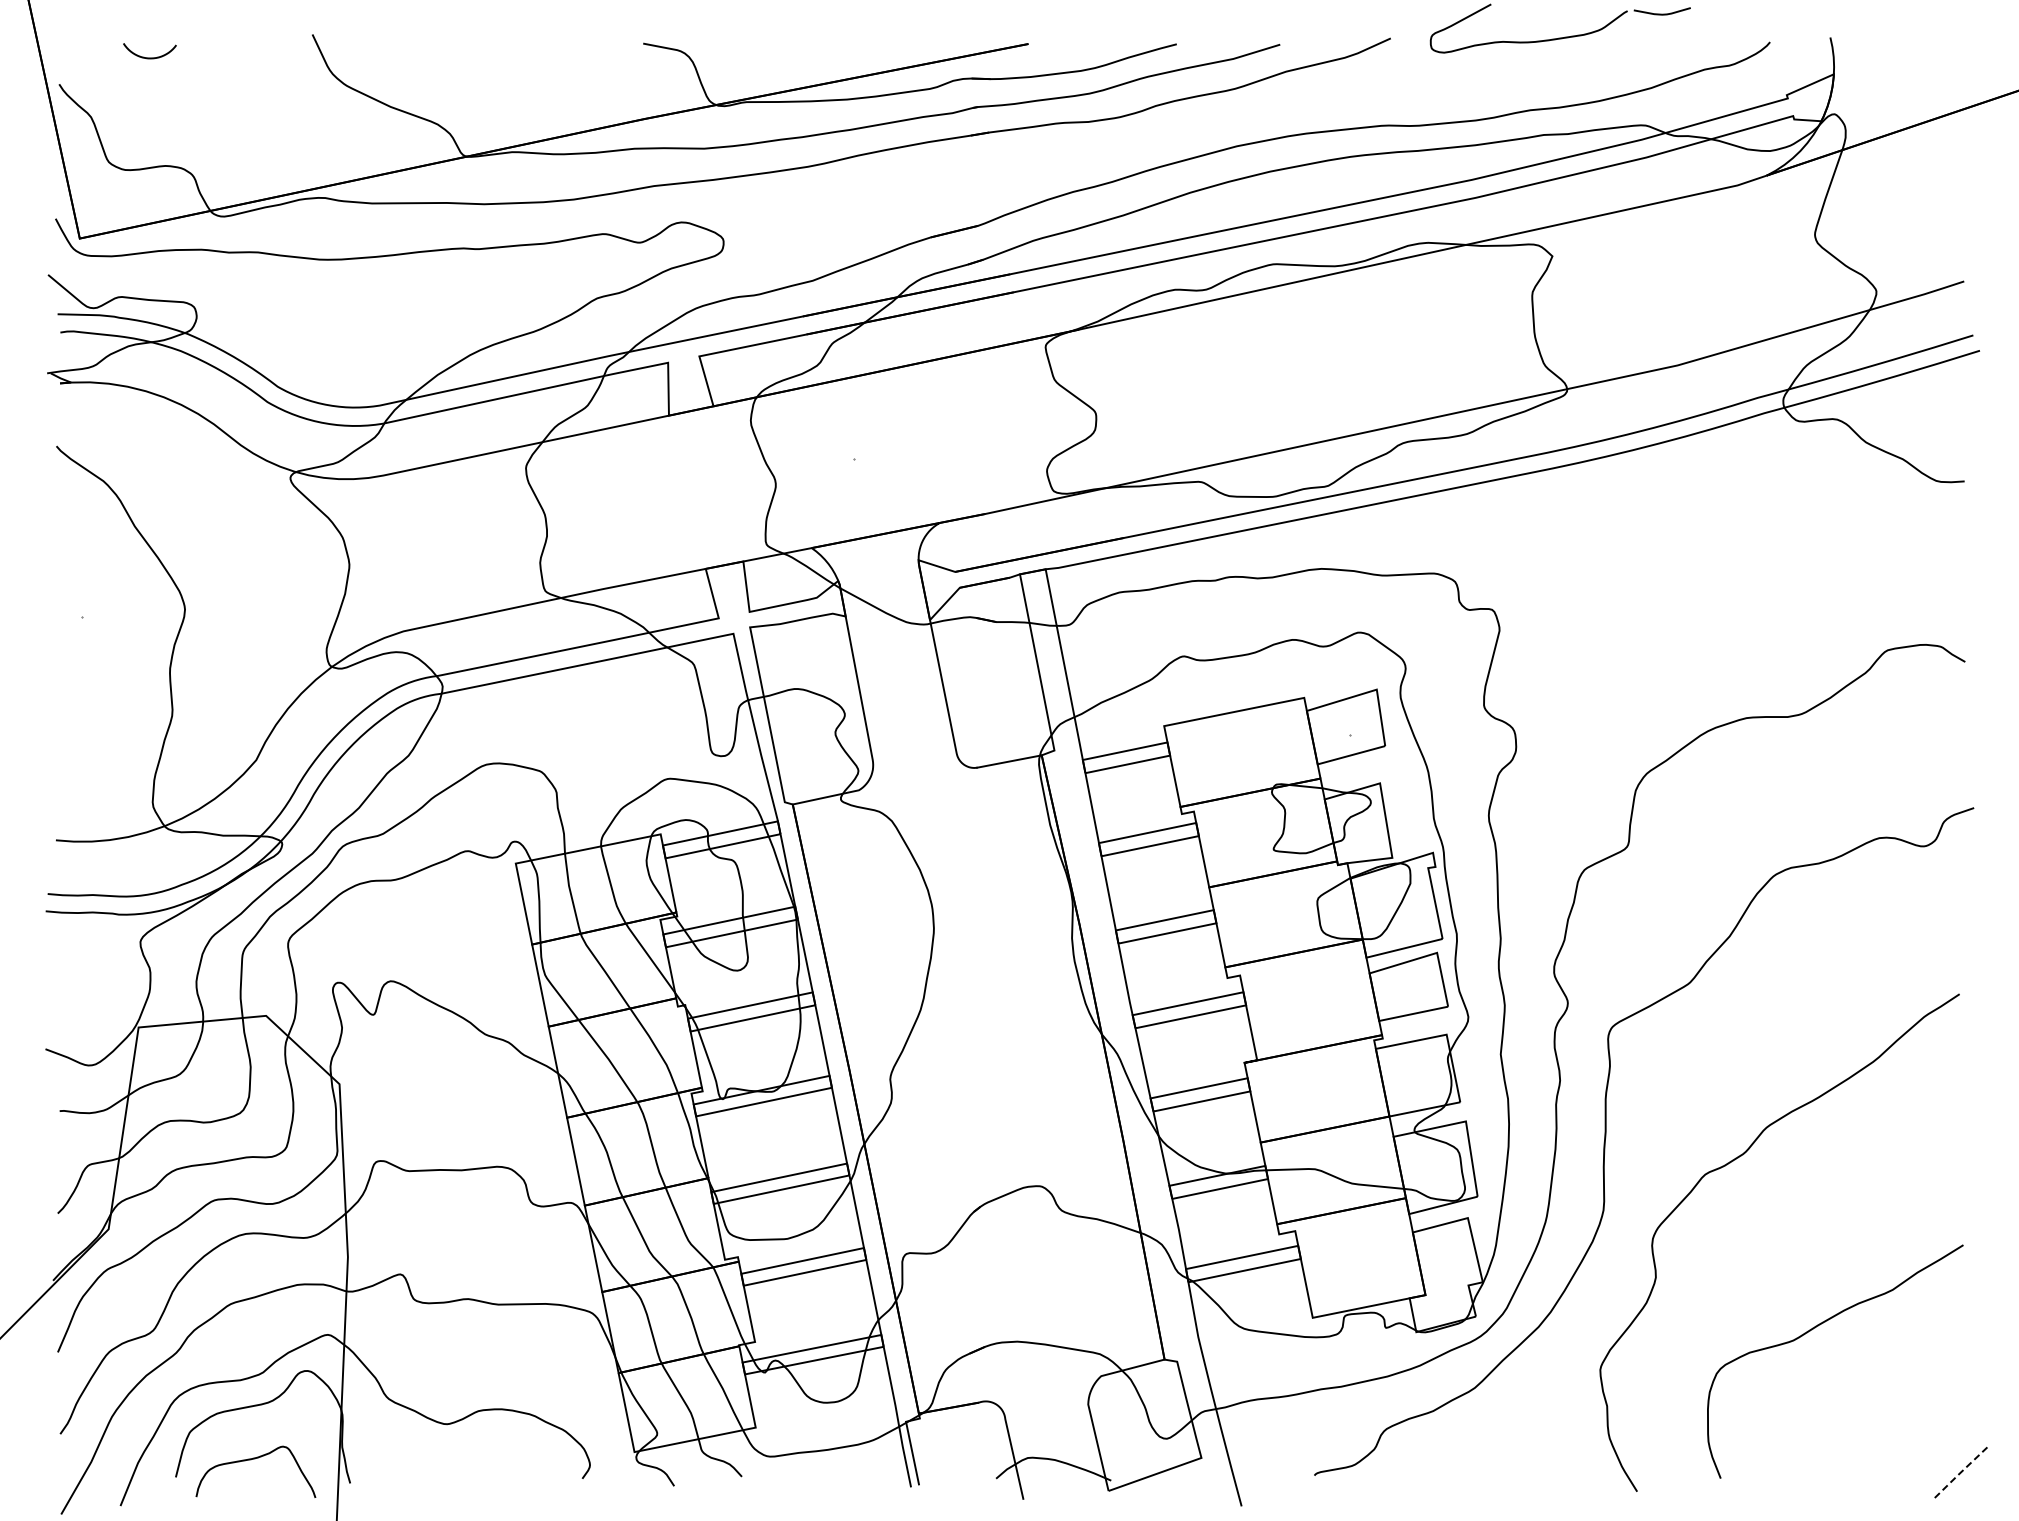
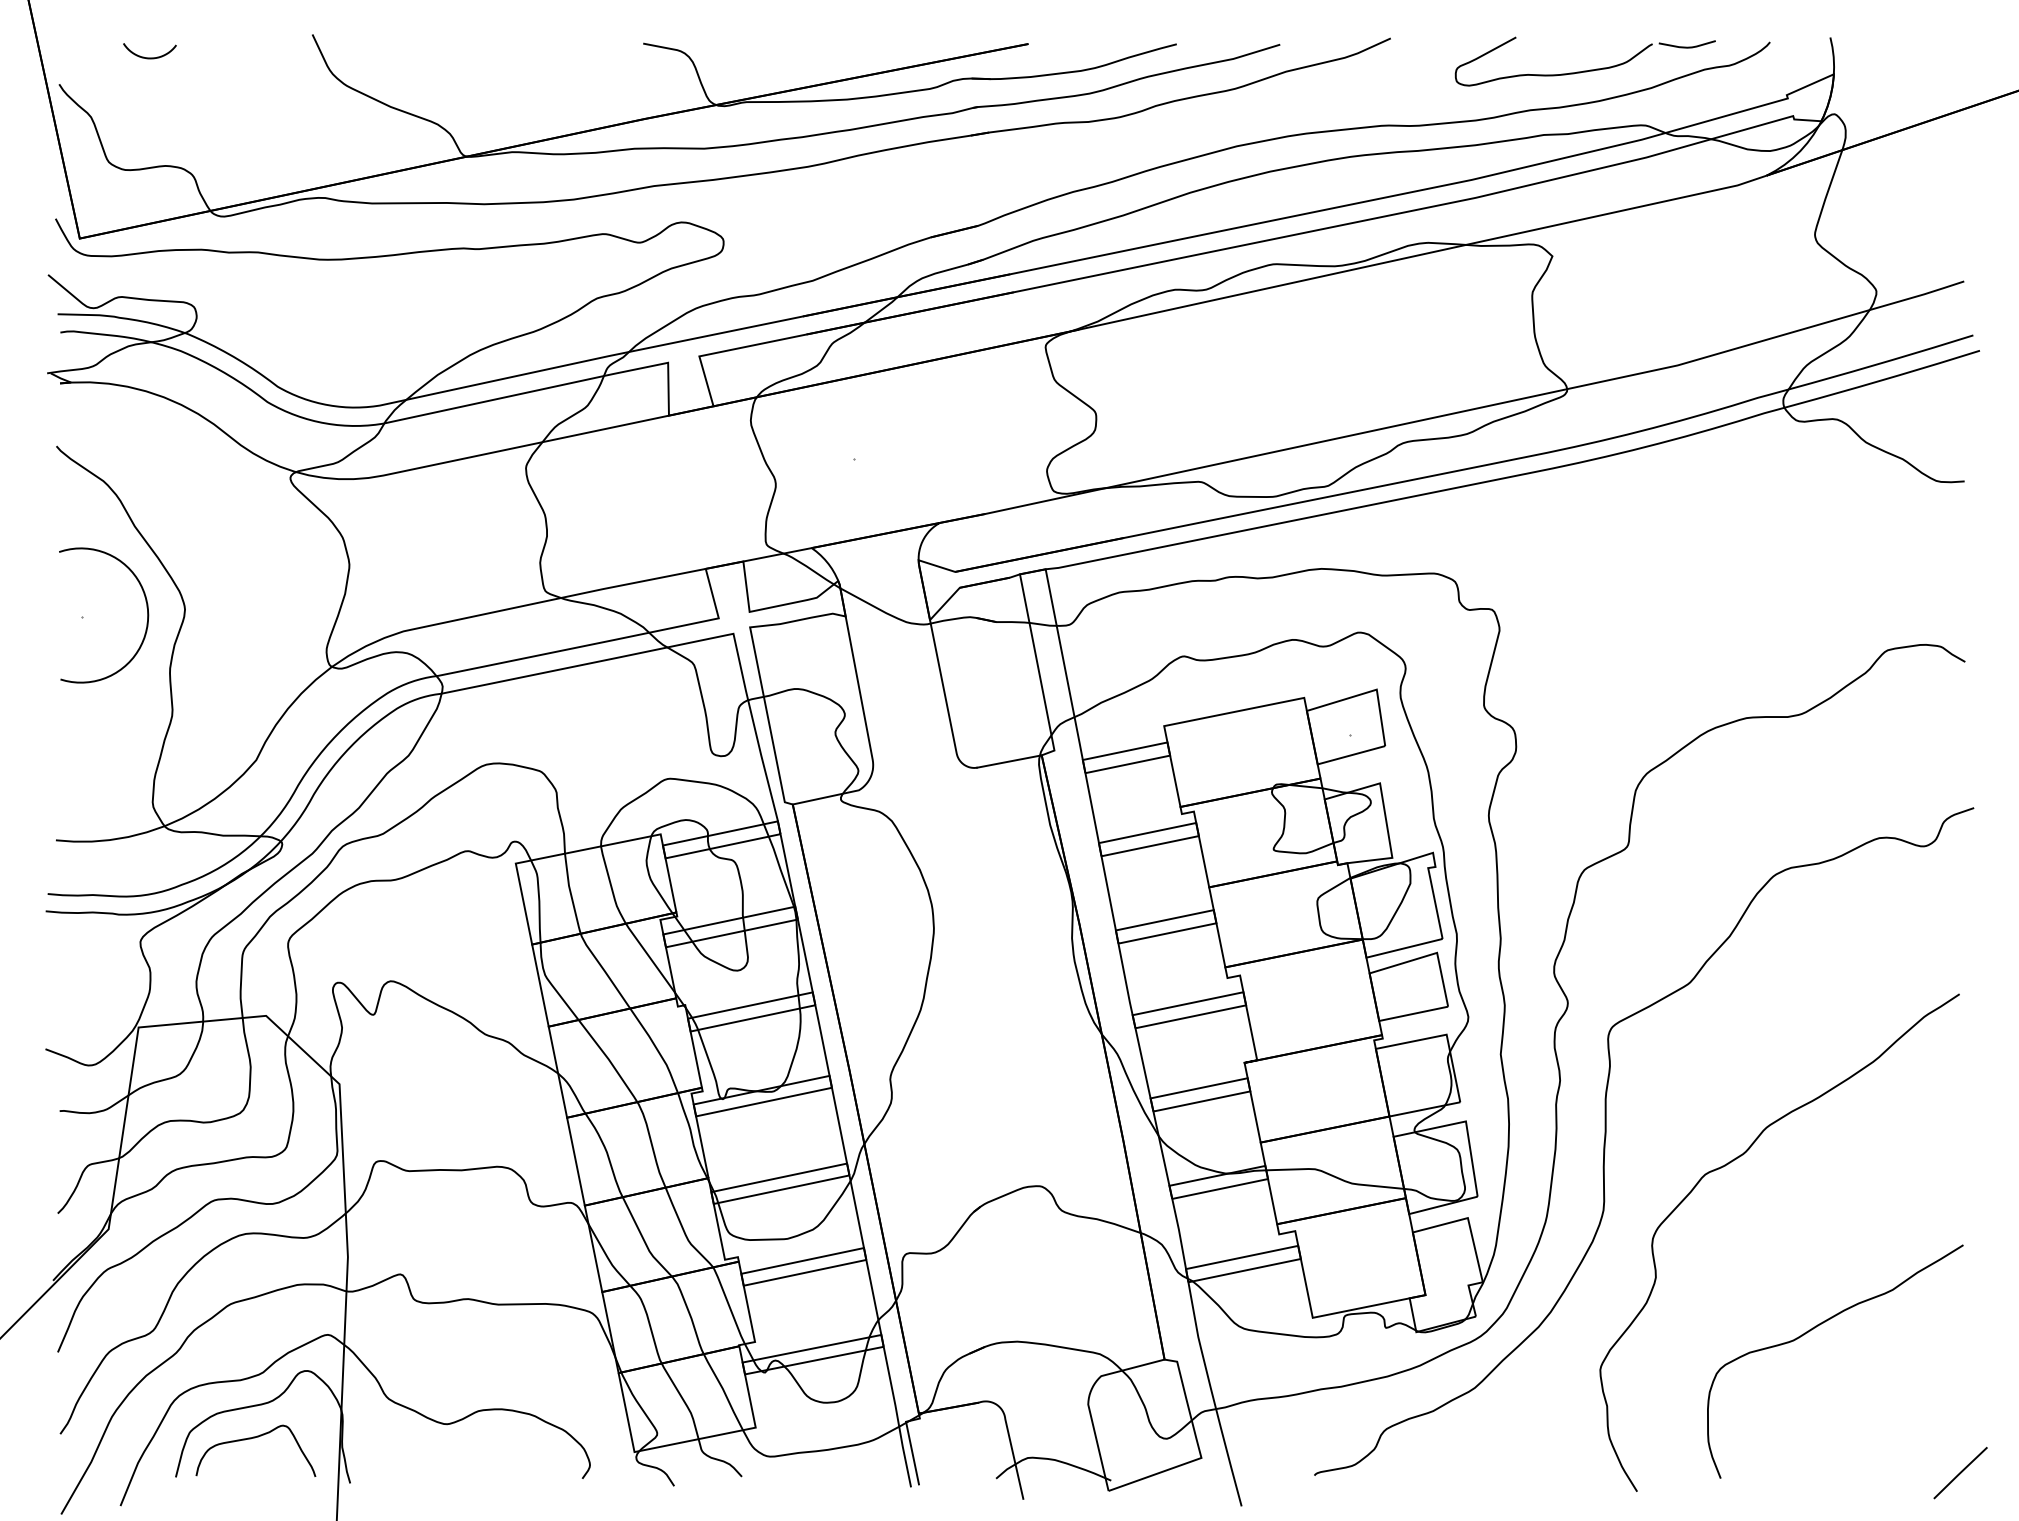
part at (1559, 37) position: (1559, 37) -> (1584, 70)
curve at (146, 622): none -> present
curve at (251, 1460) position: (251, 1460) -> (251, 1439)
line at (1959, 1473): dashed -> solid
